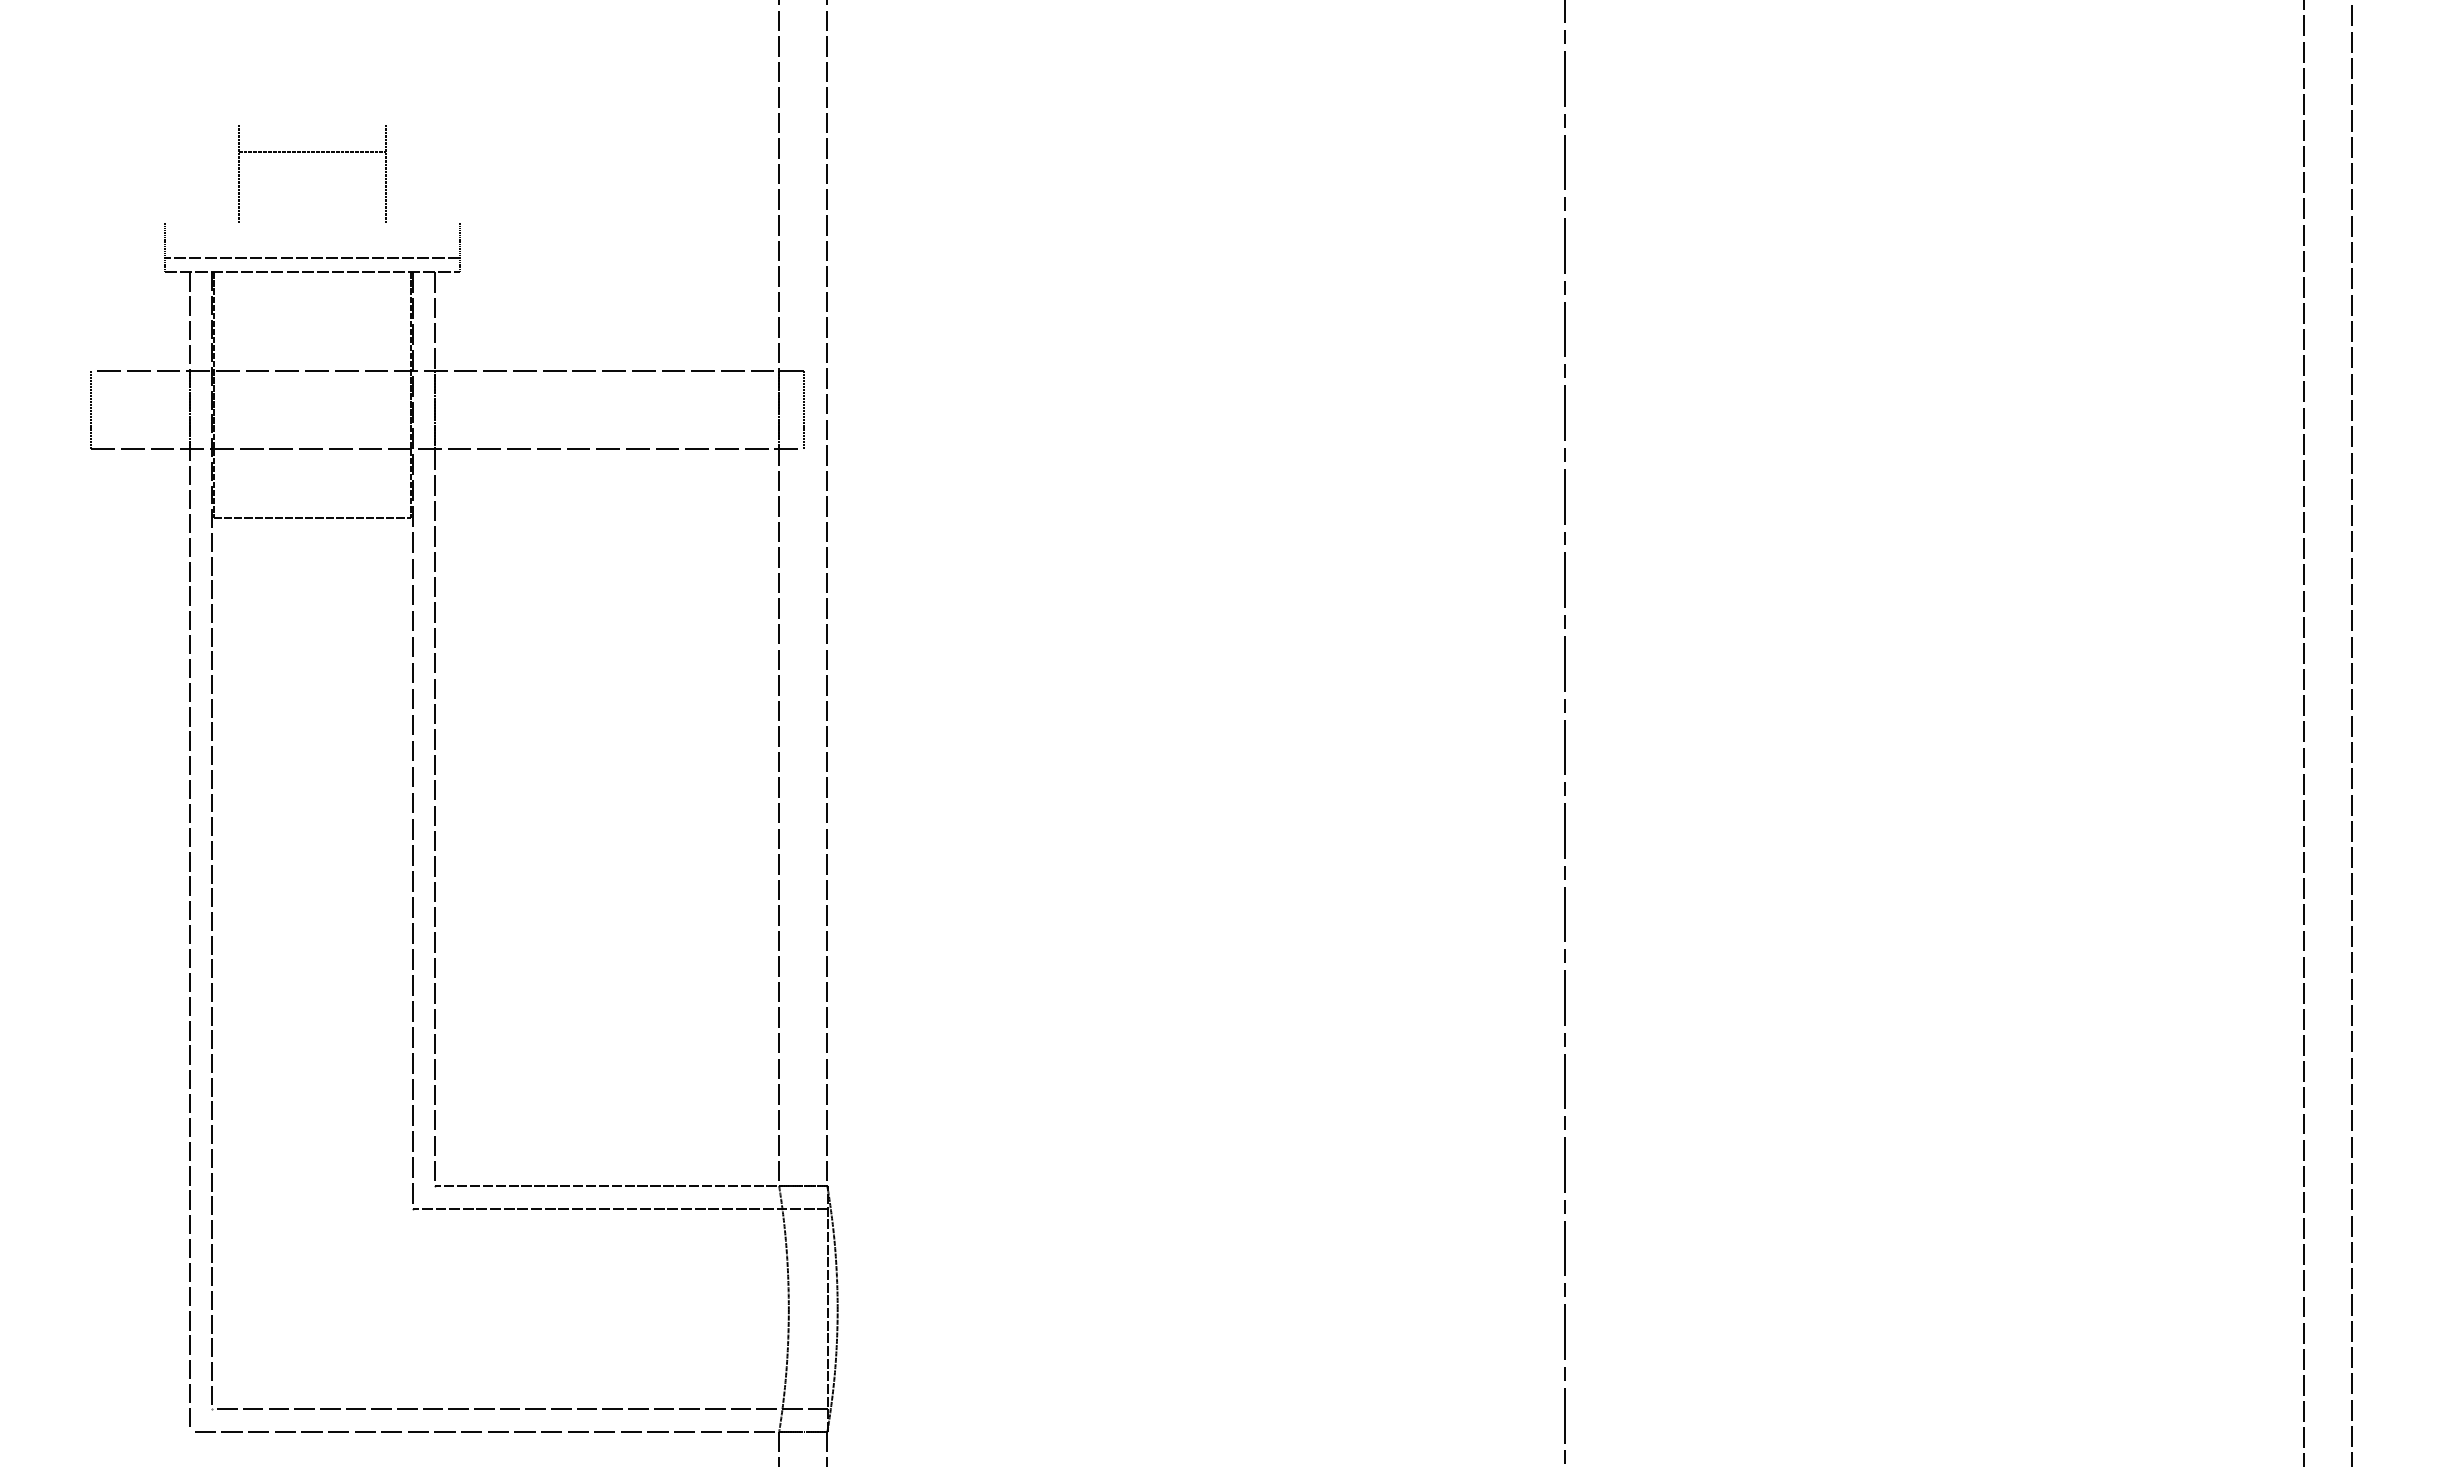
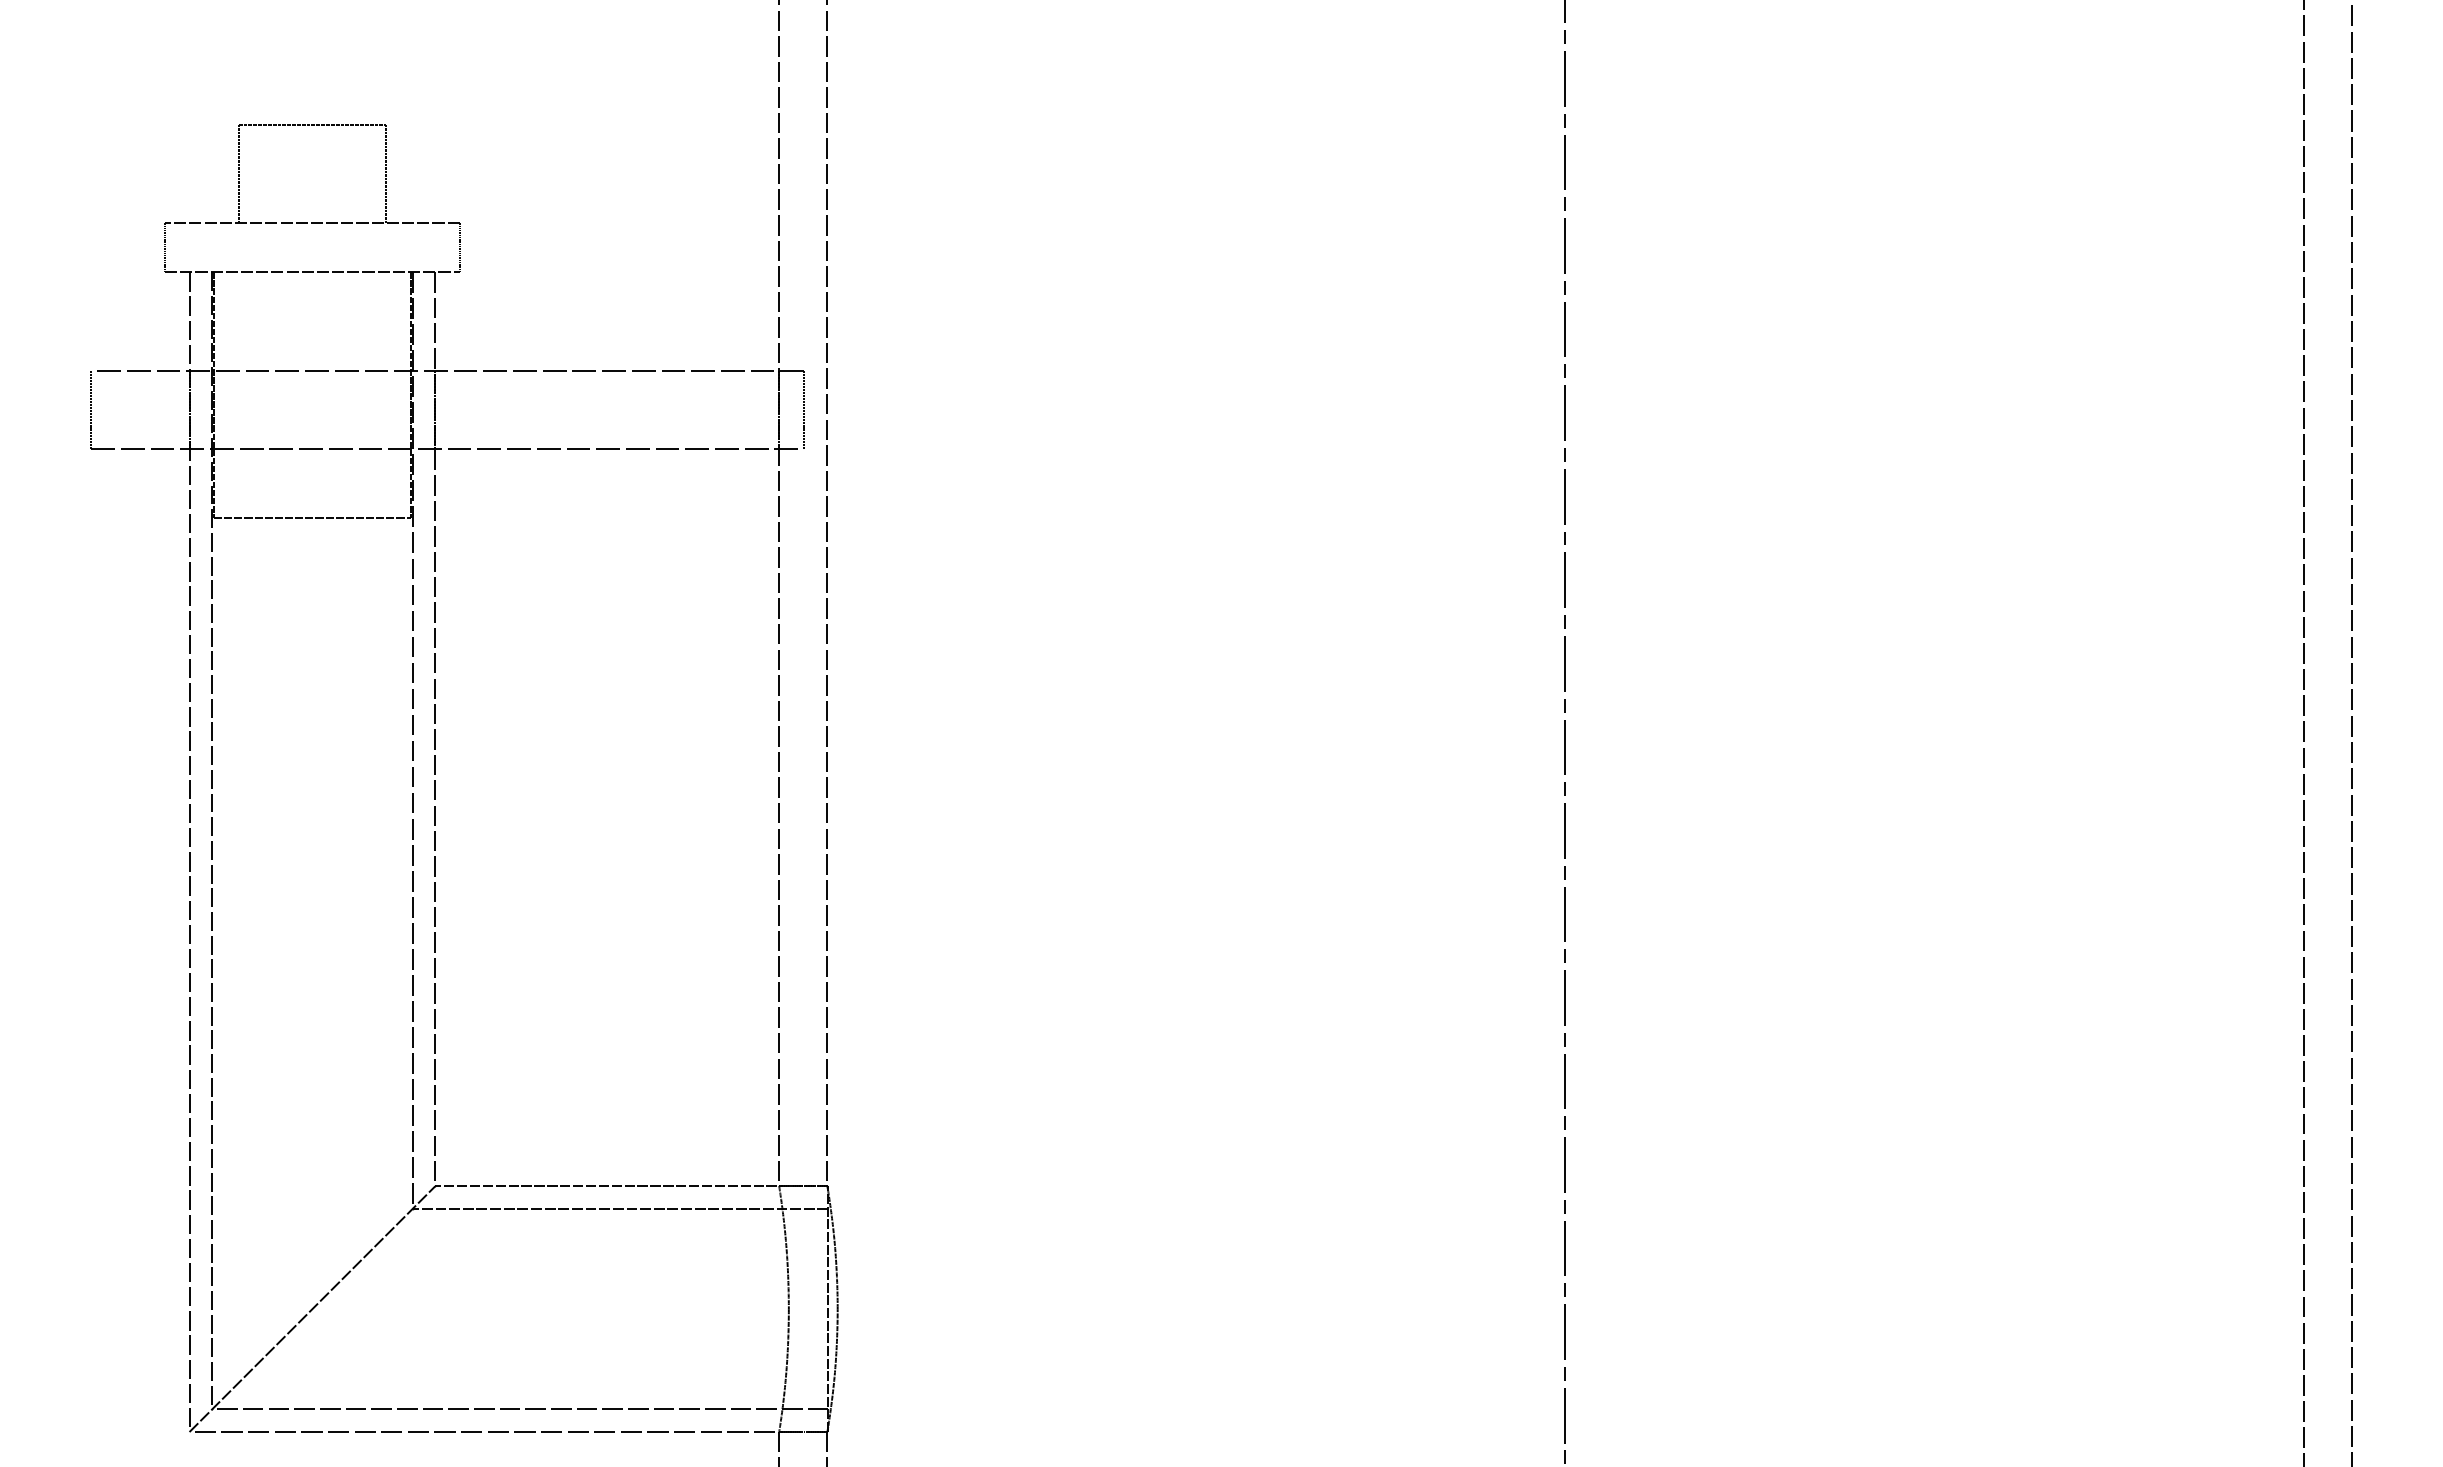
line at (312, 151) position: (312, 151) -> (312, 124)
line at (311, 258) position: (311, 258) -> (311, 223)
line at (312, 1309): none -> present
